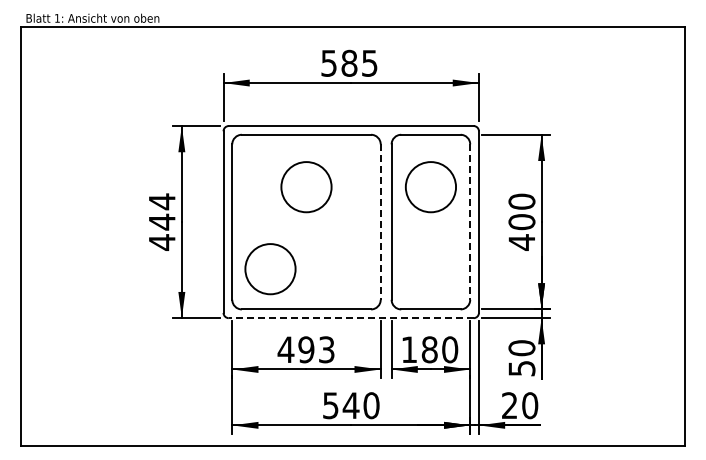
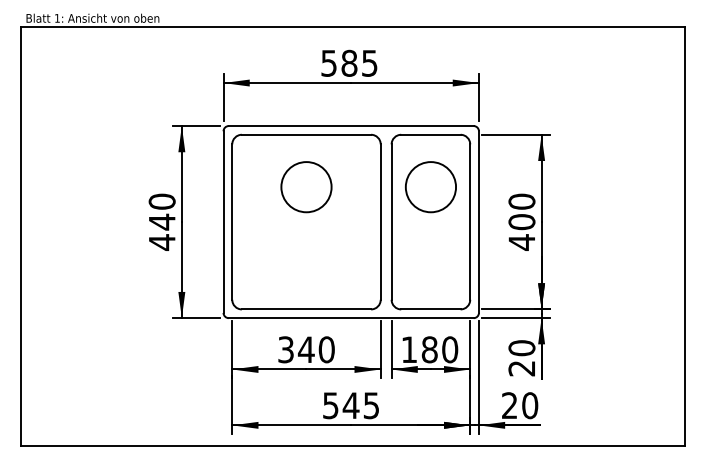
text at (161, 201): 444 -> 440
line at (380, 222): dashed -> solid
line at (470, 222): dashed -> solid
circle at (270, 269): present -> none
line at (350, 318): dashed -> solid
text at (305, 349): 493 -> 340
text at (521, 368): 50 -> 20
text at (371, 405): 540 -> 545
